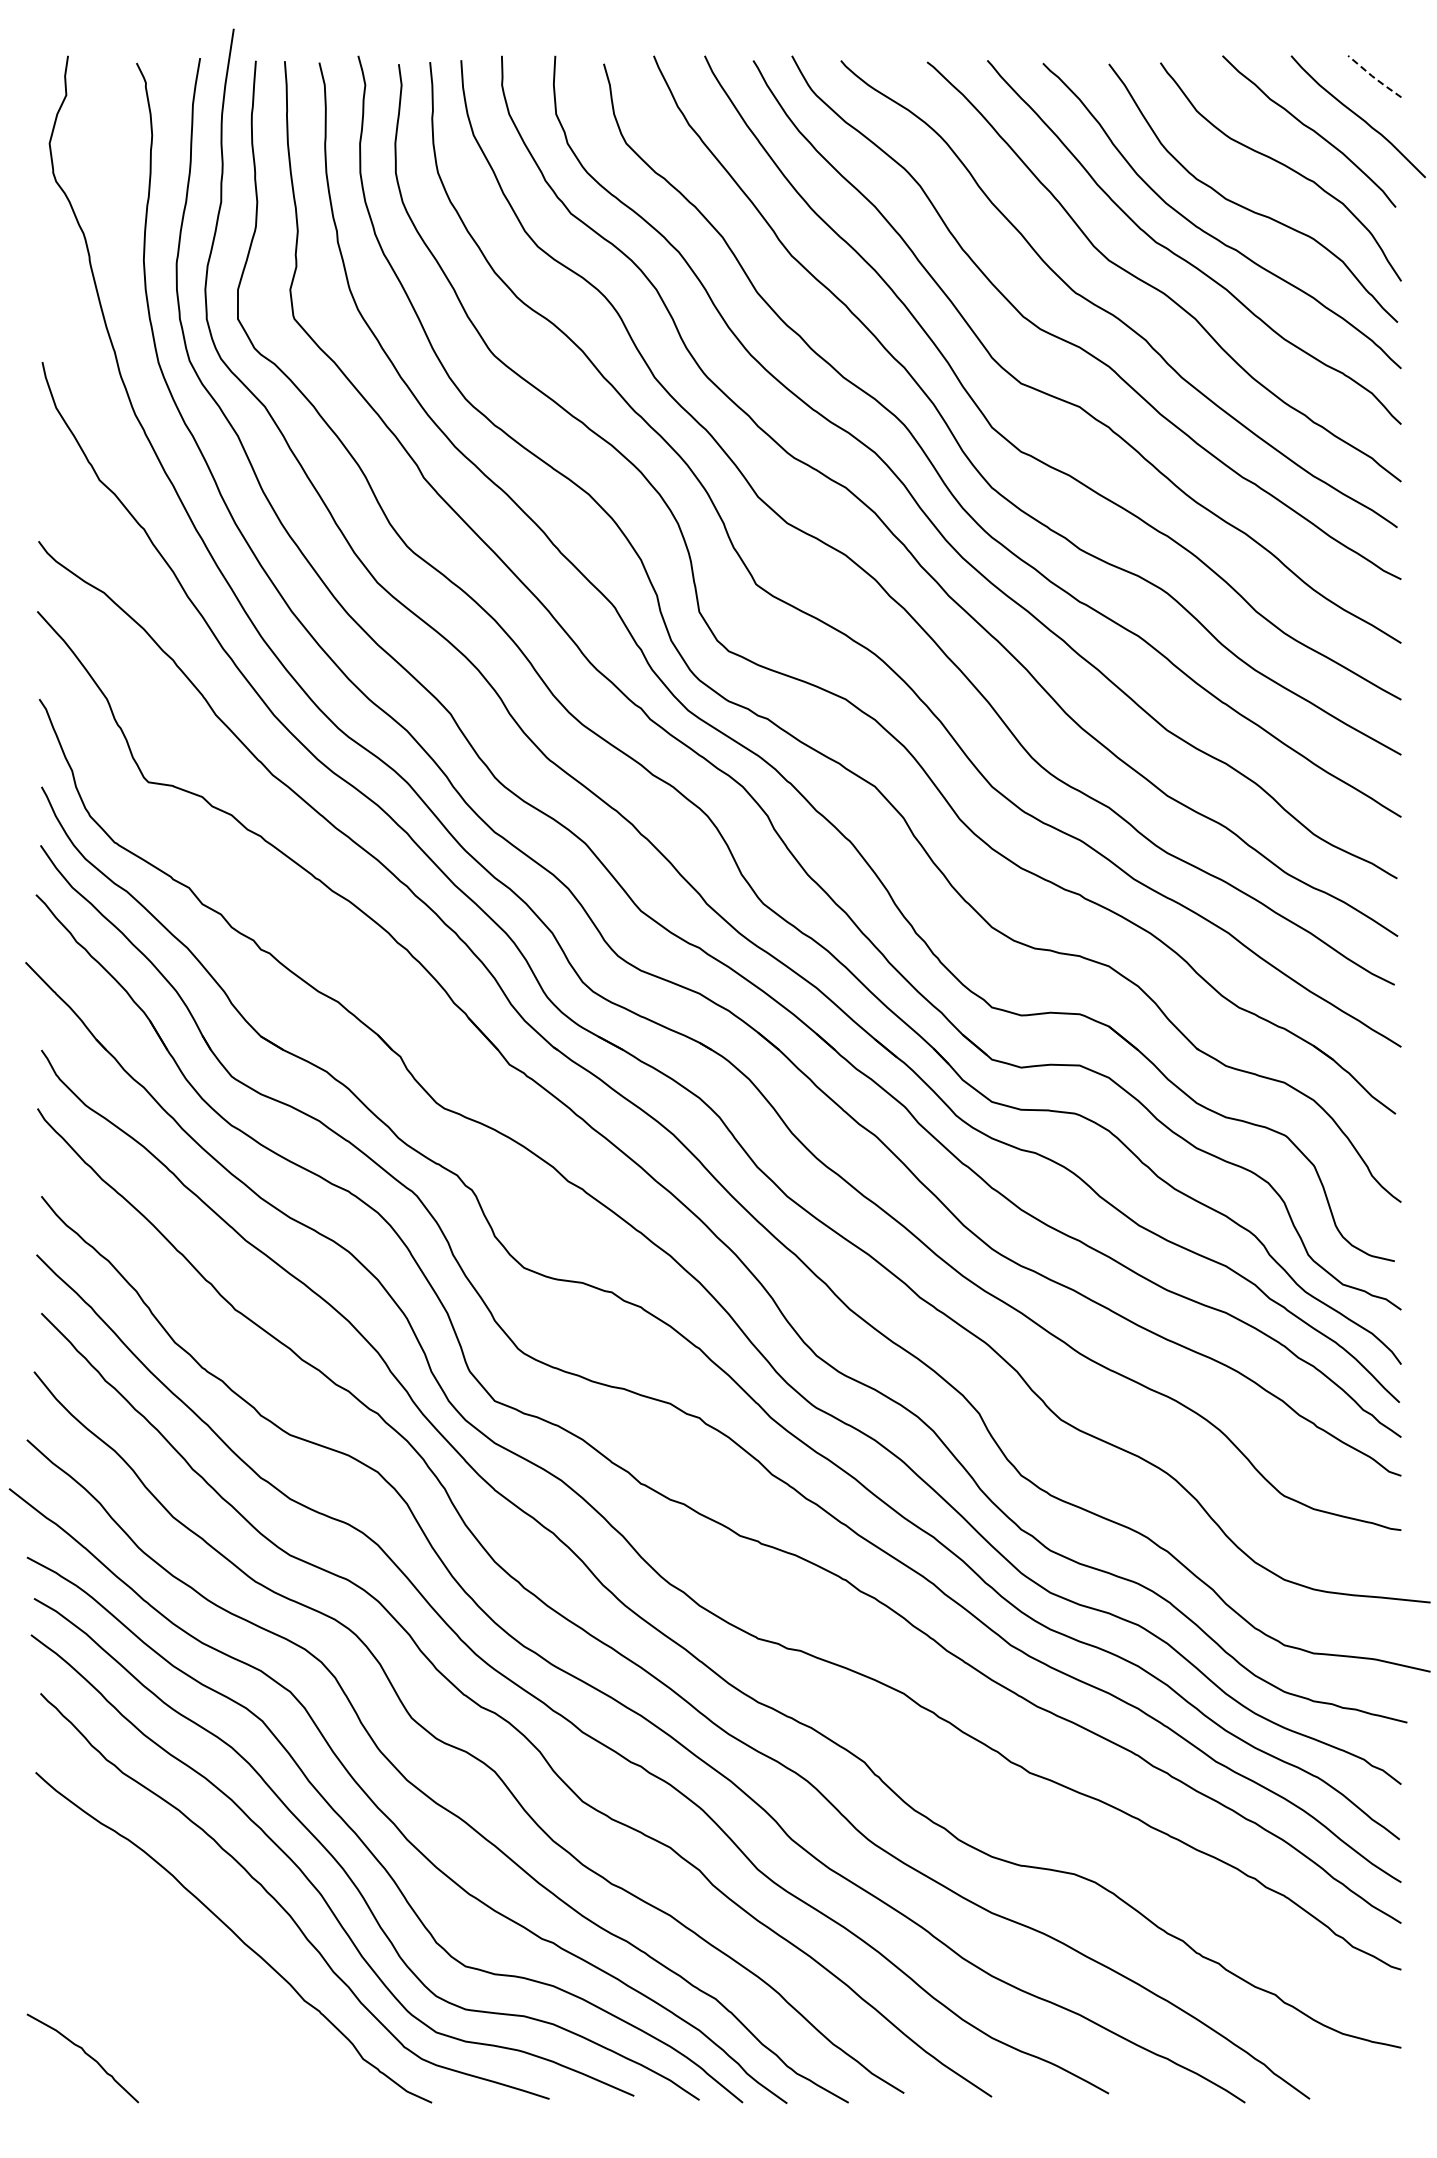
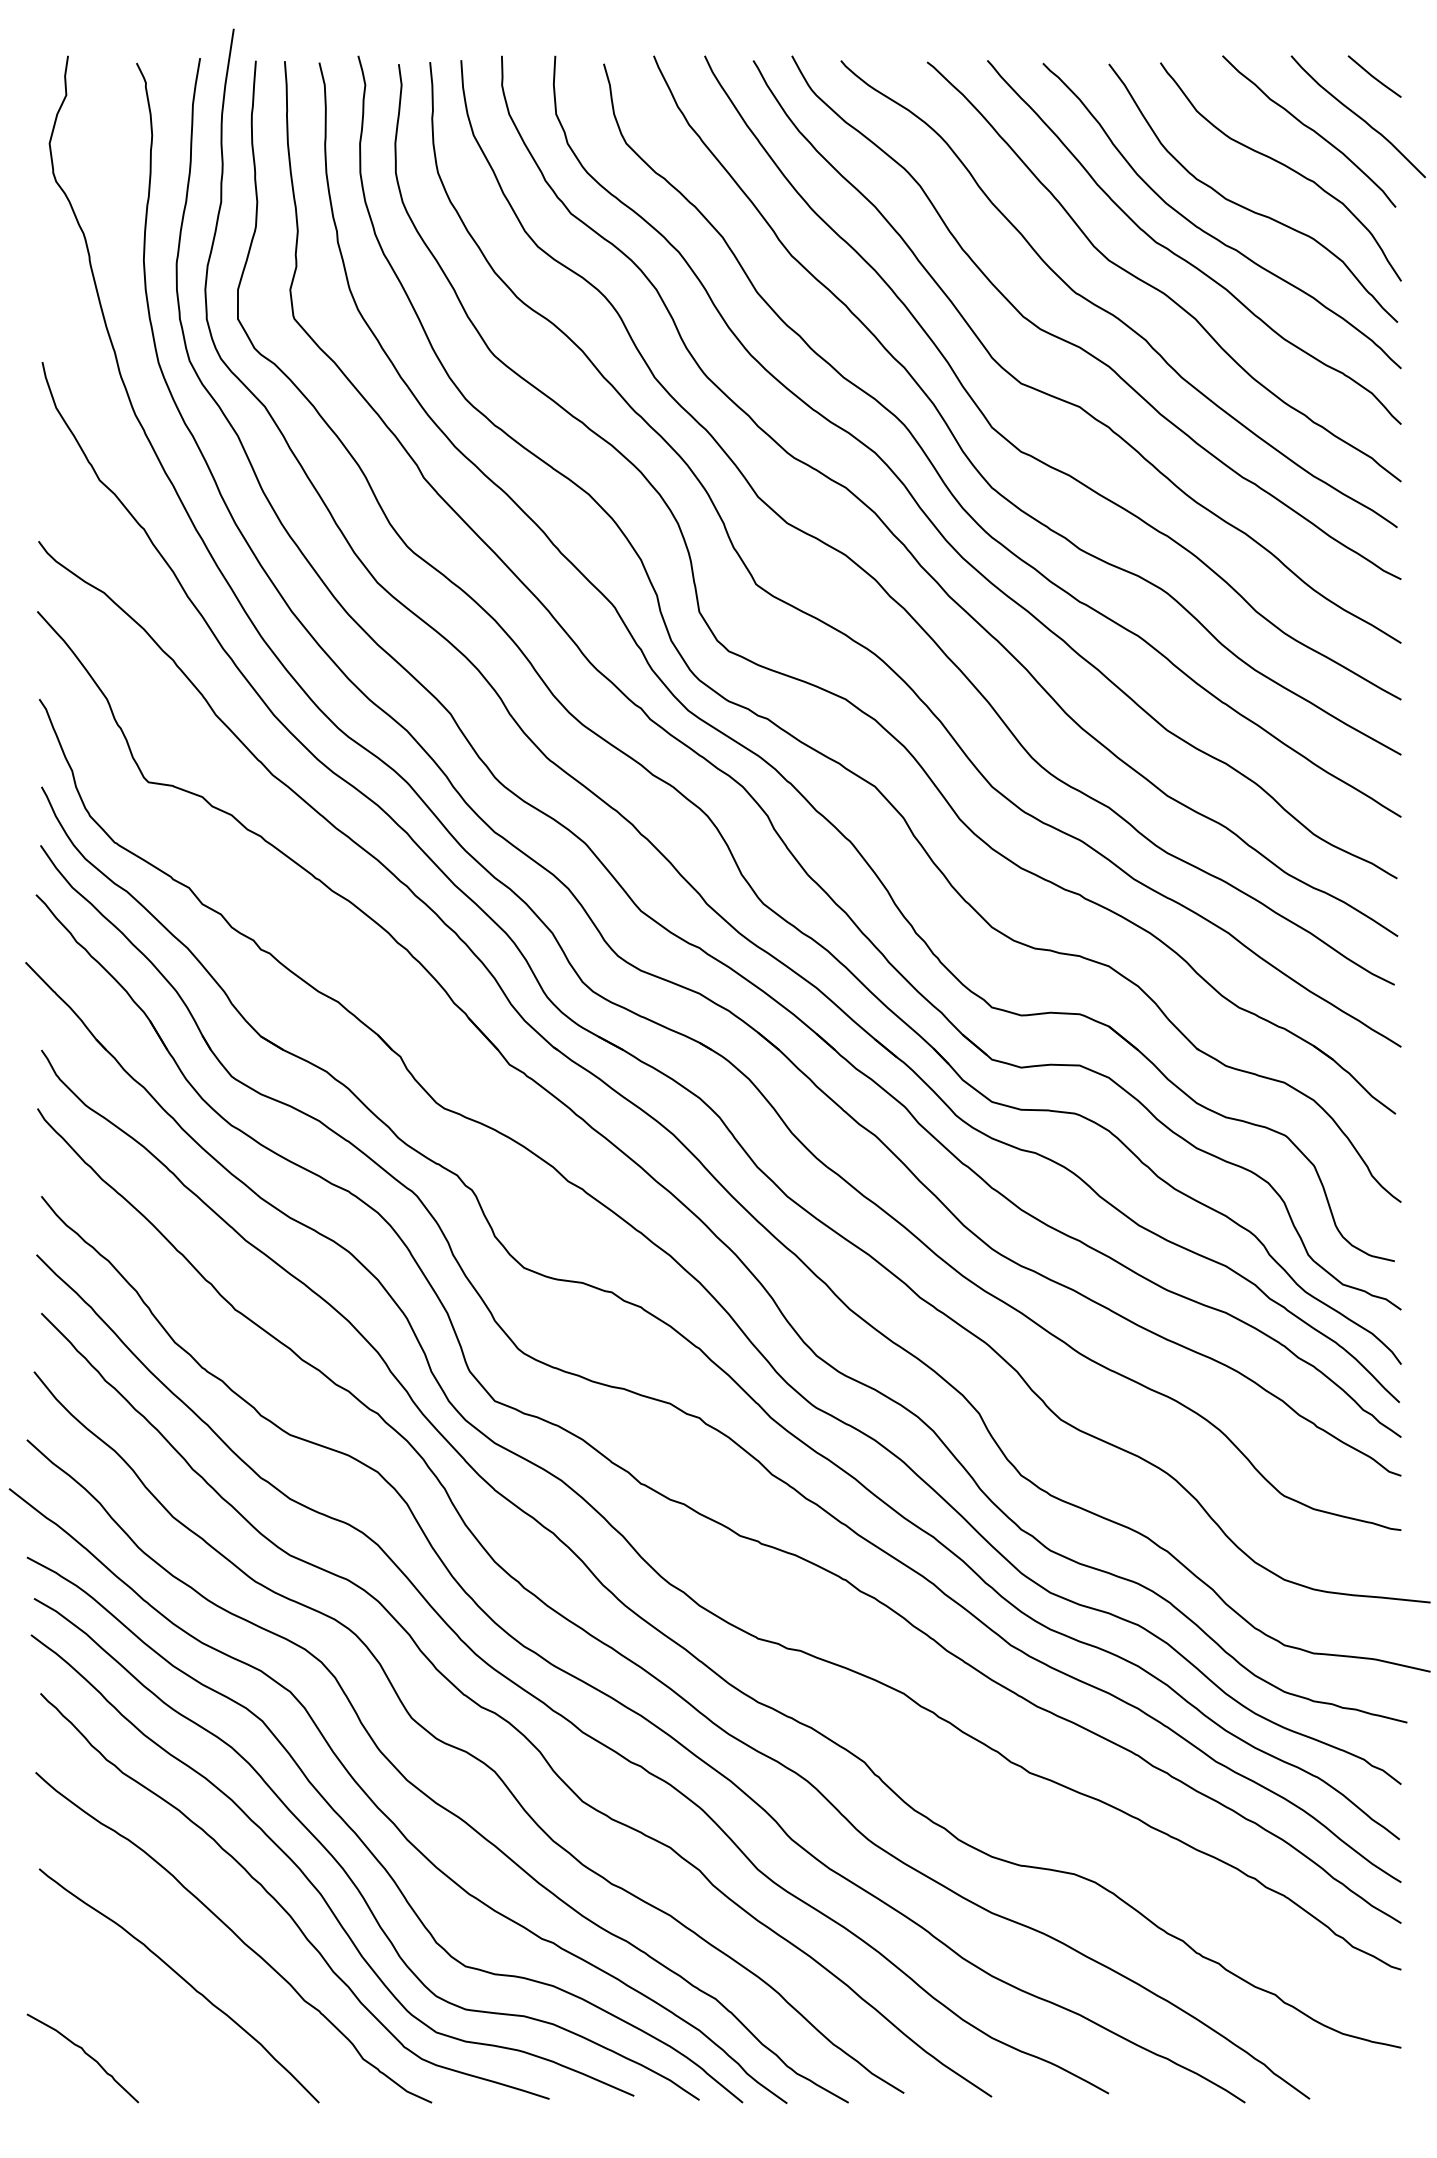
line at (1373, 77): dashed -> solid
curve at (183, 1980): none -> present
